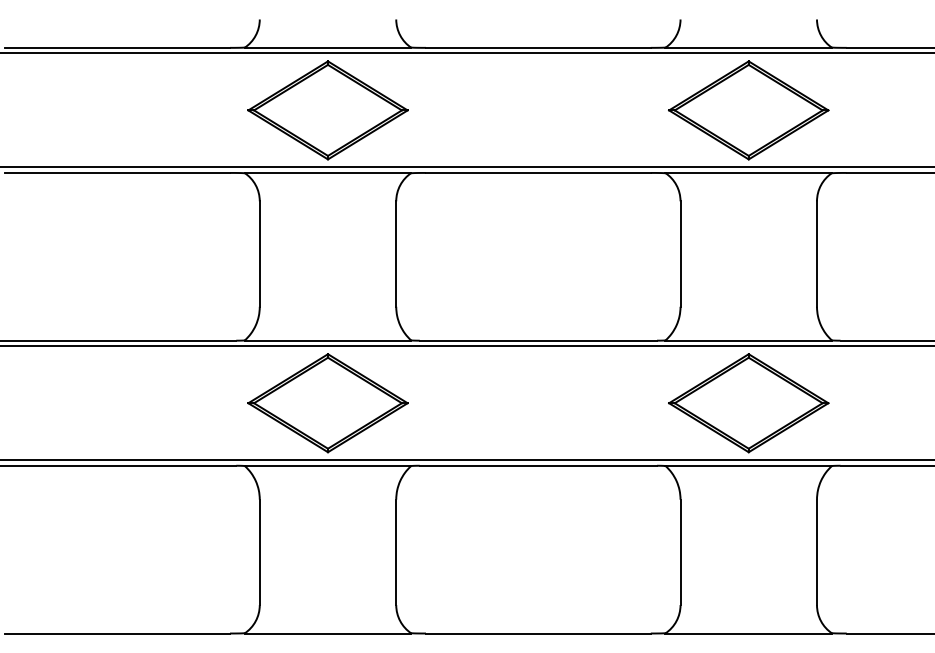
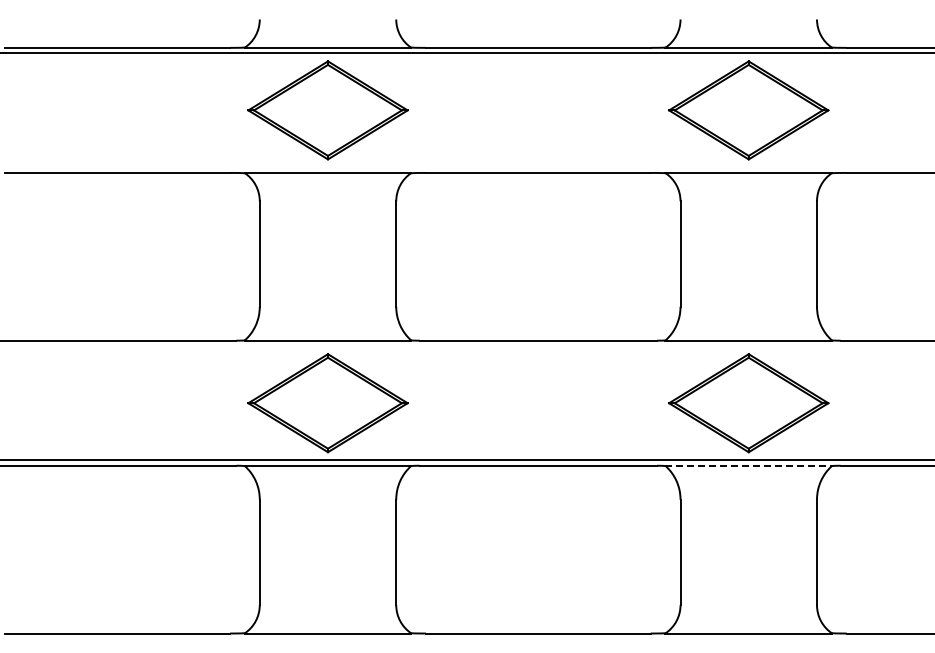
line at (466, 167): present -> none
line at (466, 346): present -> none
line at (749, 465): solid -> dashed
